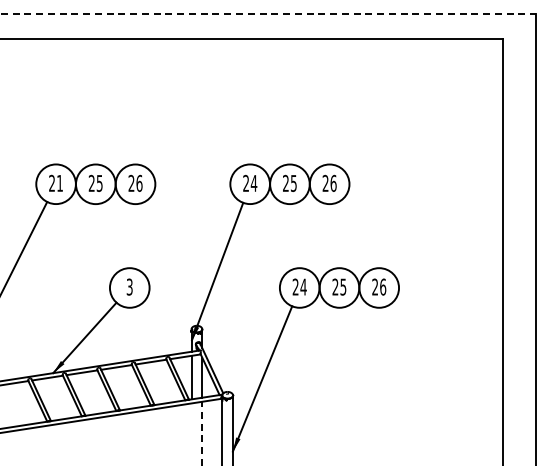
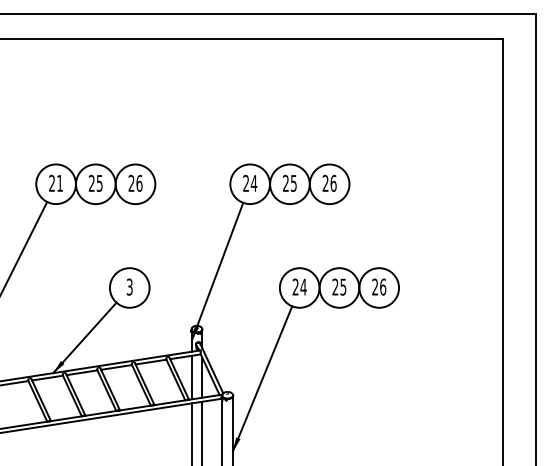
line at (268, 14): dashed -> solid
line at (191, 432): none -> present
line at (202, 433): dashed -> solid
